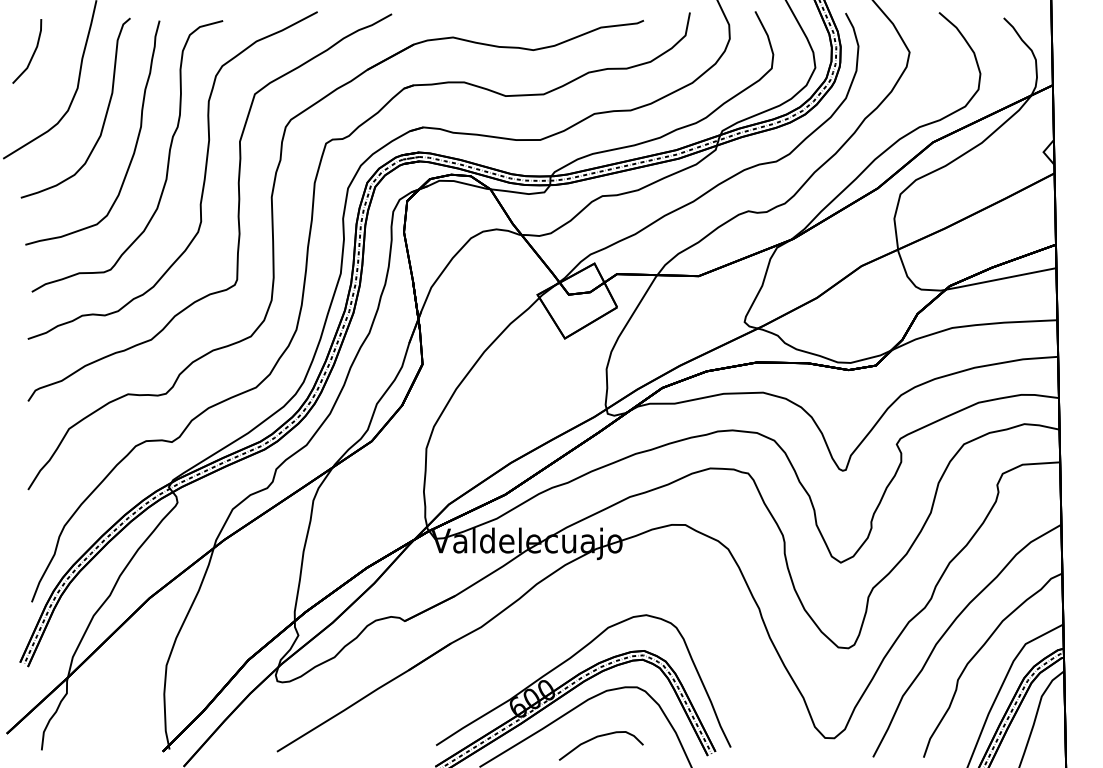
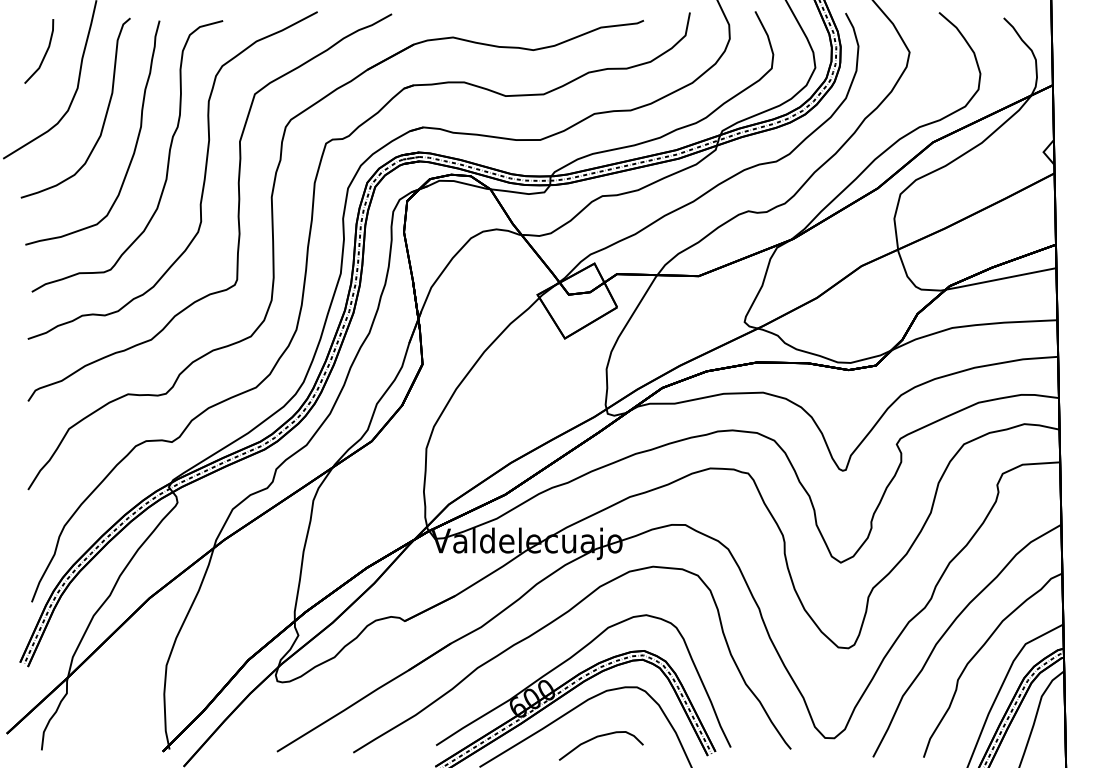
line at (32, 54) position: (32, 54) -> (44, 54)
curve at (550, 624): none -> present
